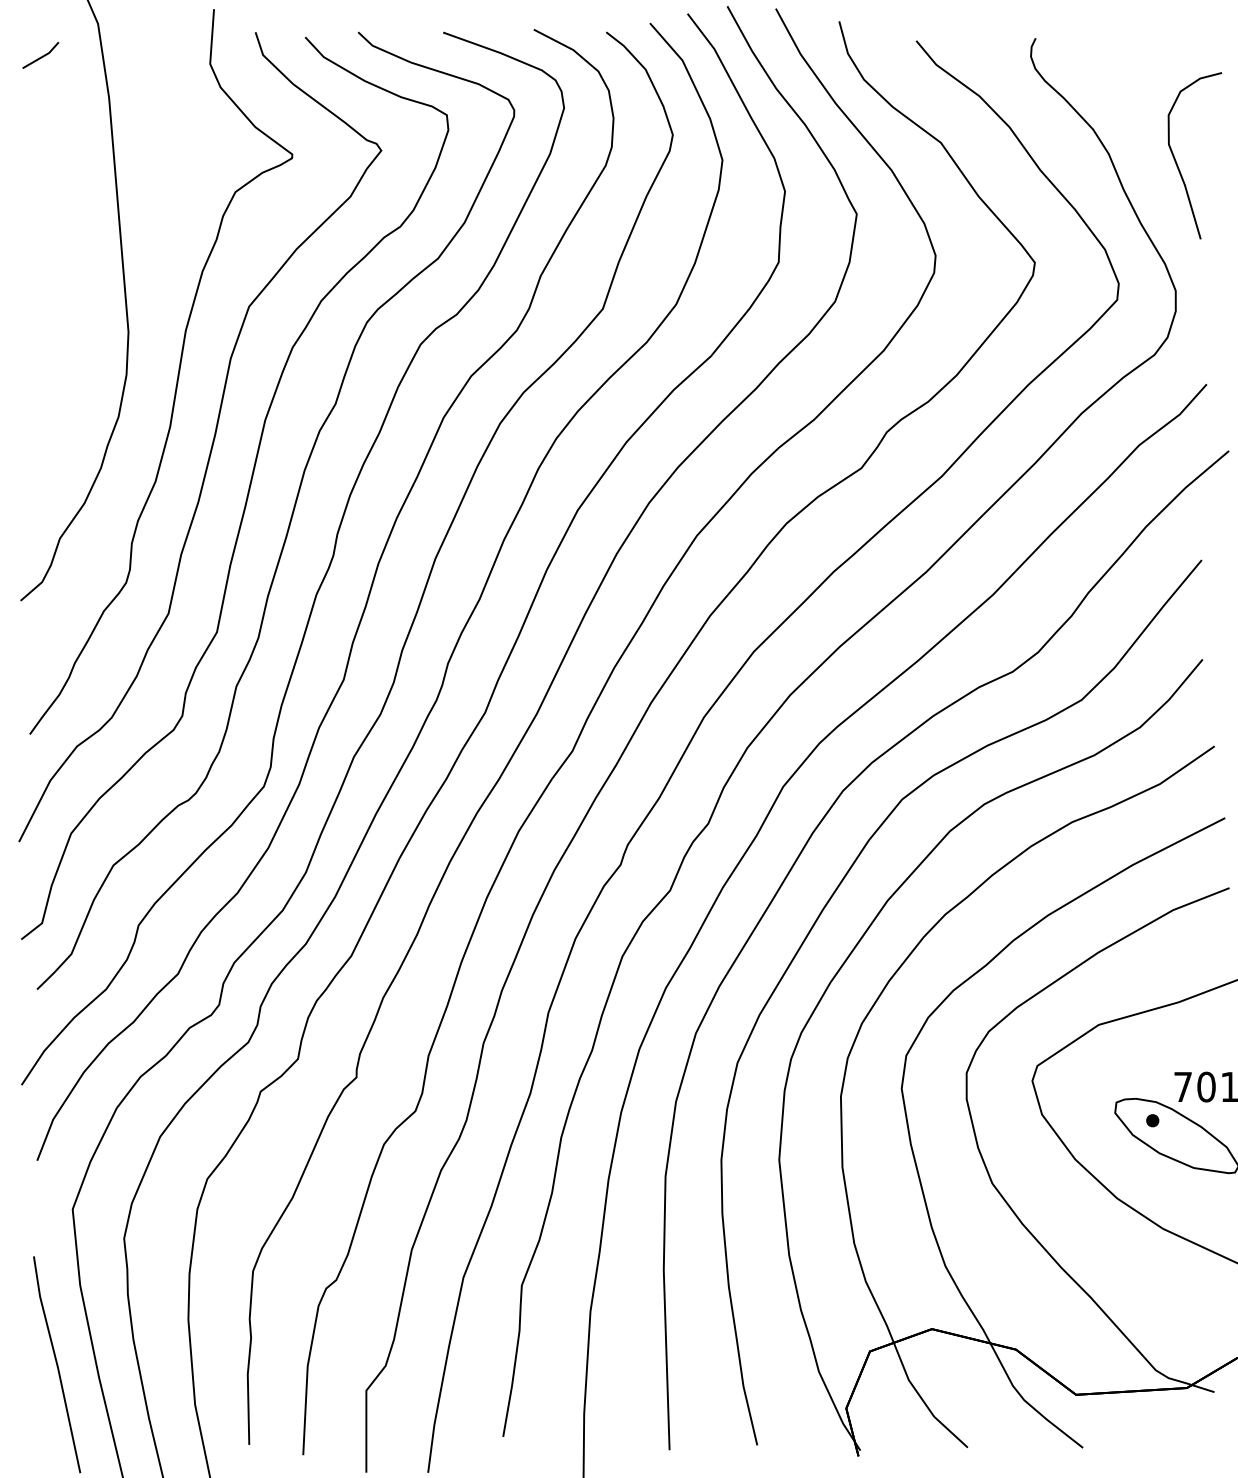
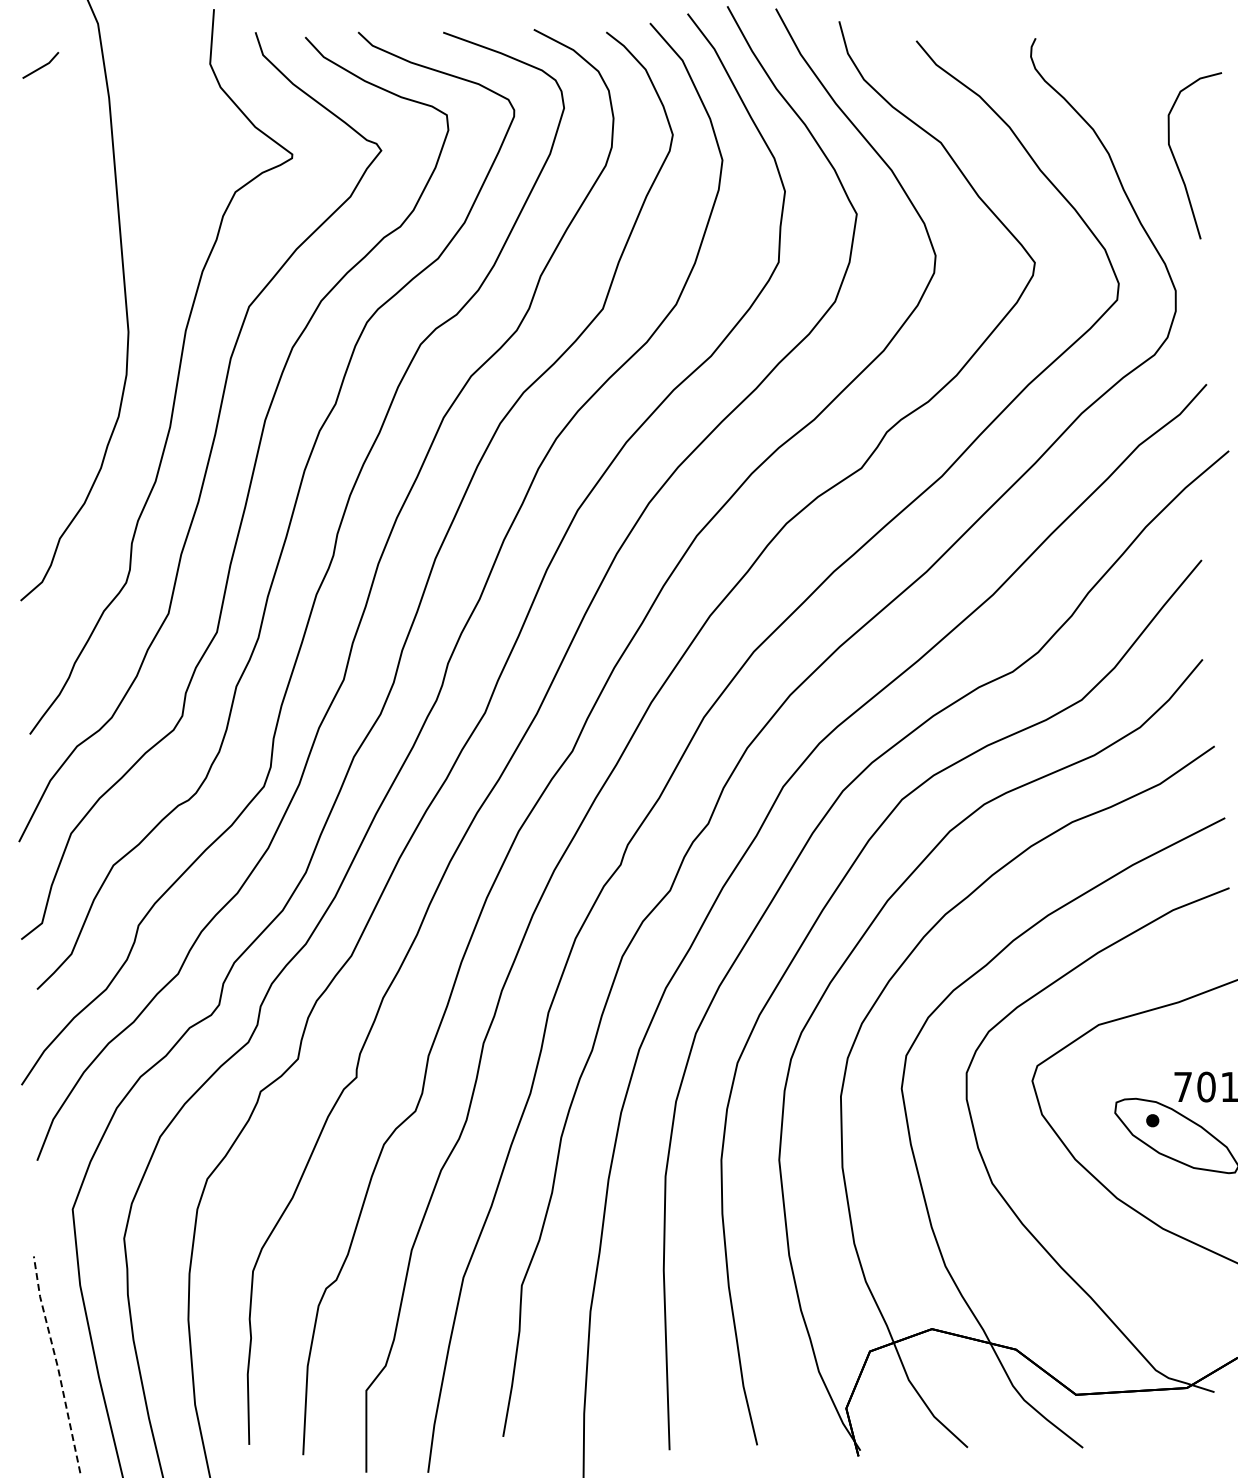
line at (41, 56) position: (41, 56) -> (41, 66)
line at (57, 1364): solid -> dashed
